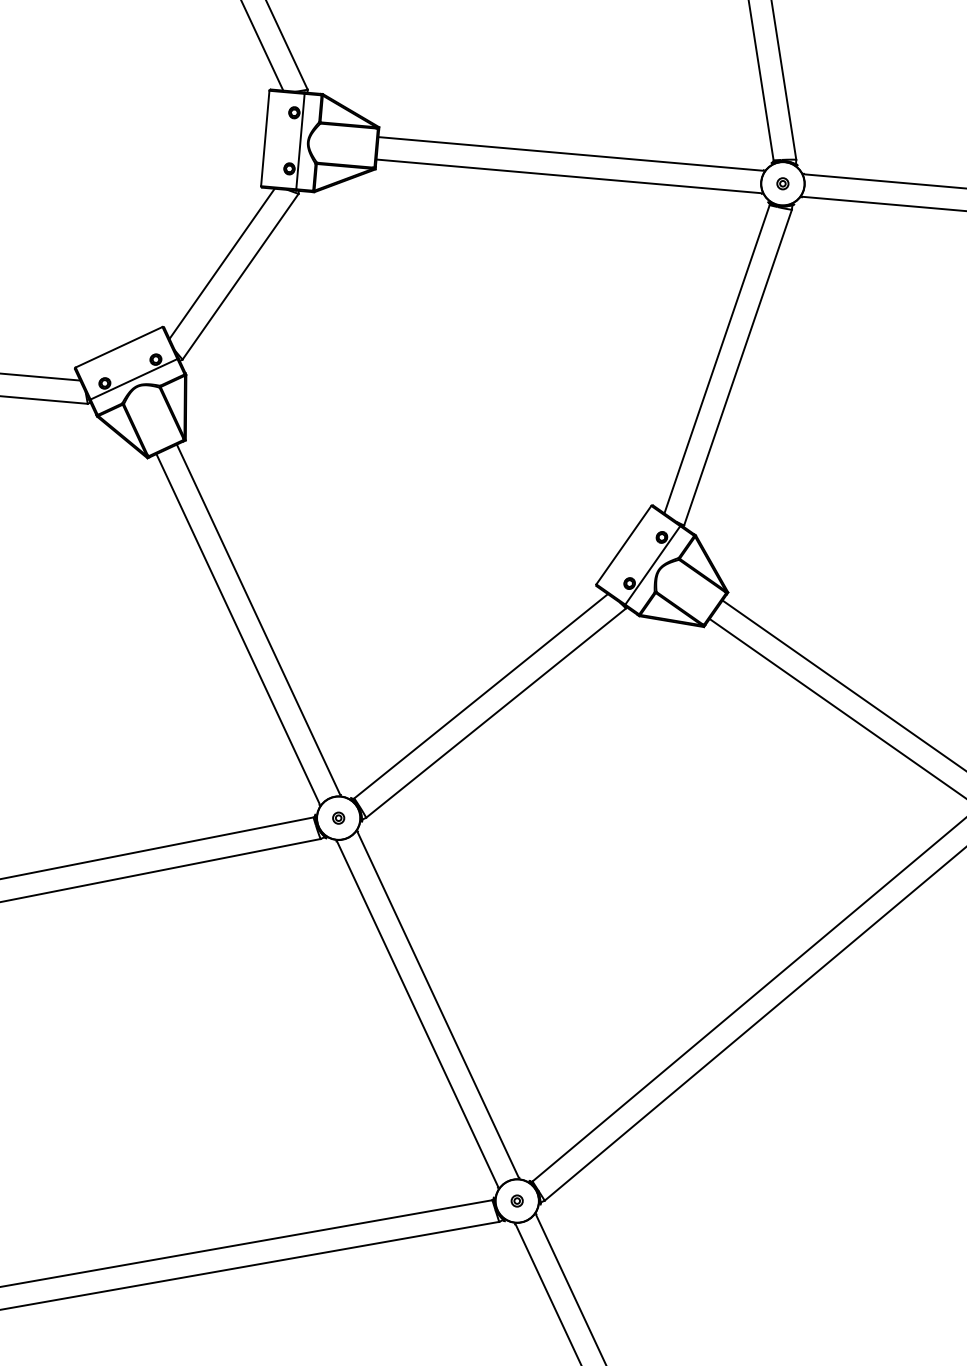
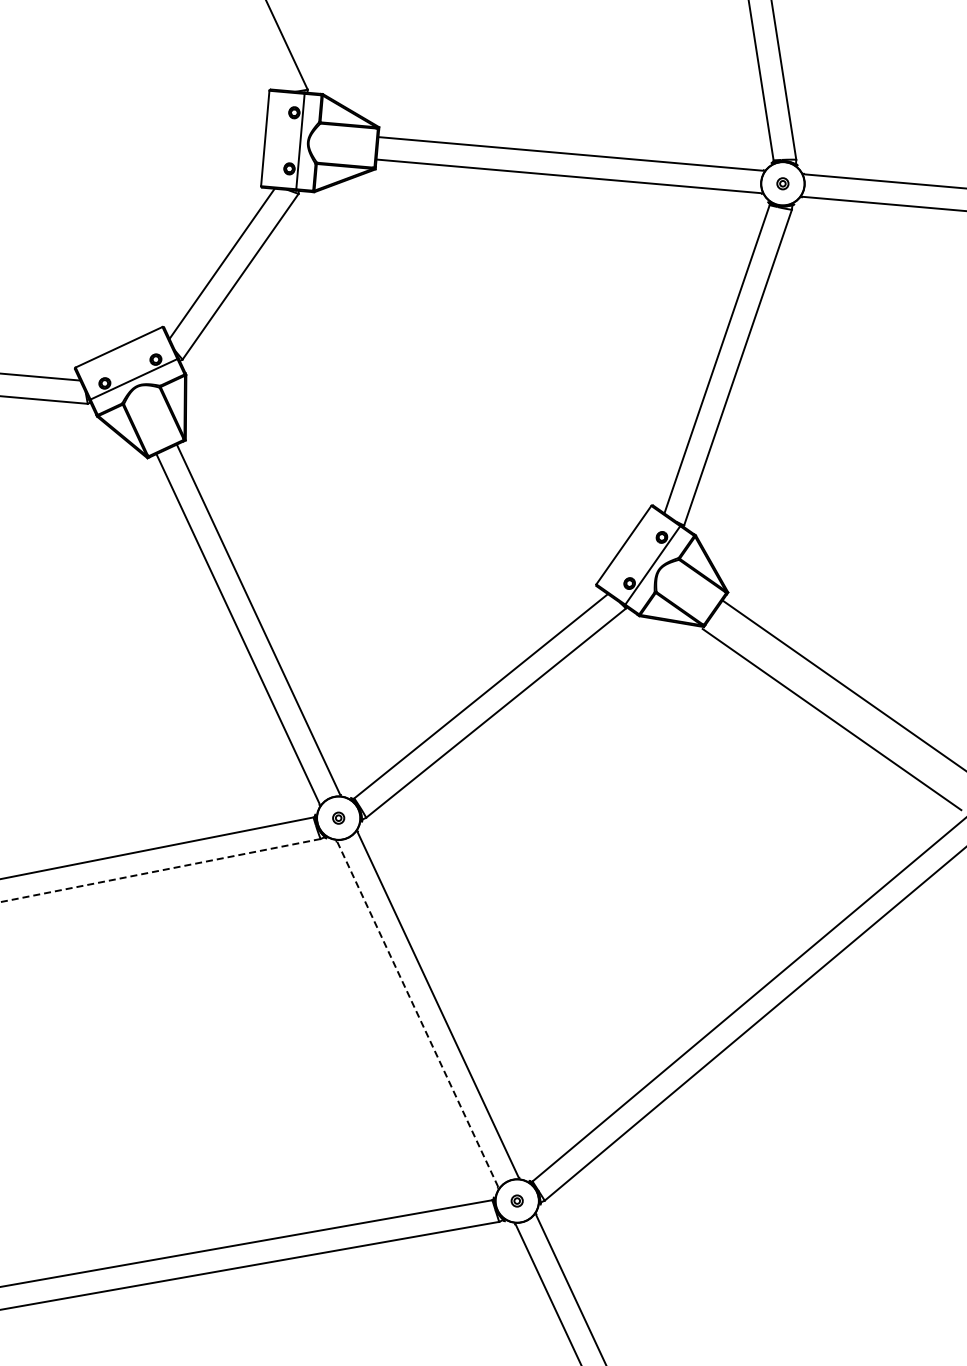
line at (262, 46): present -> none
line at (836, 707) position: (836, 707) -> (831, 719)
line at (160, 870): solid -> dashed
line at (417, 1013): solid -> dashed
